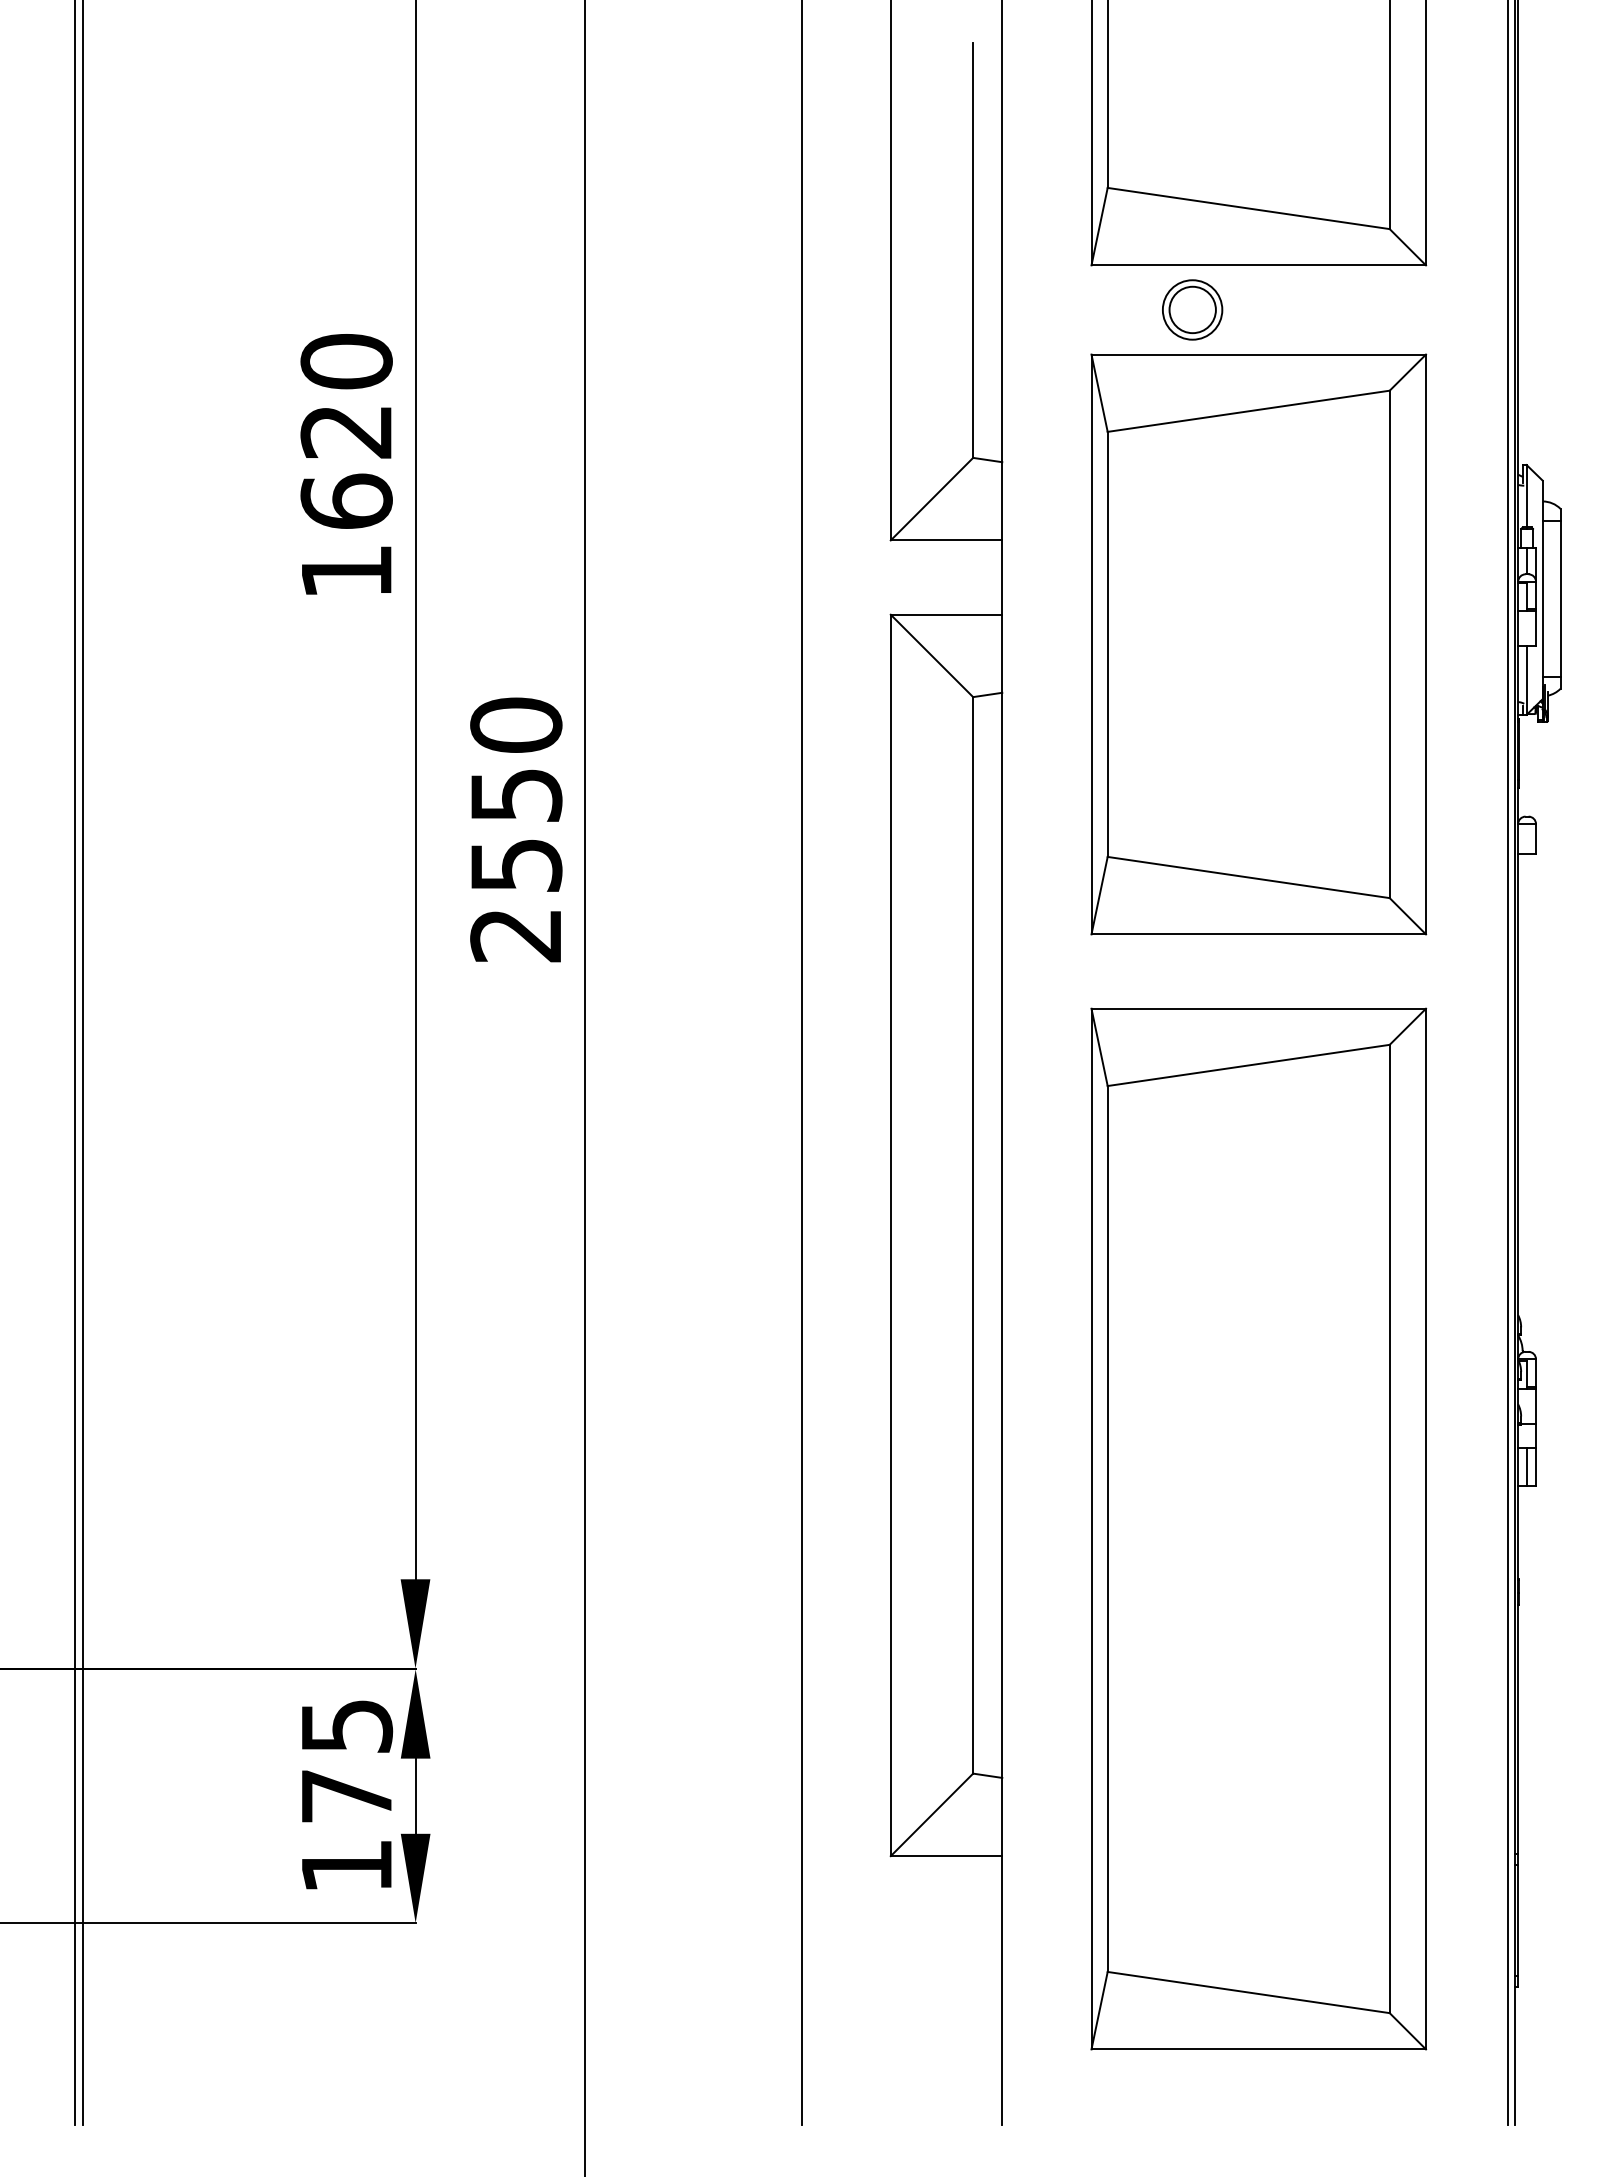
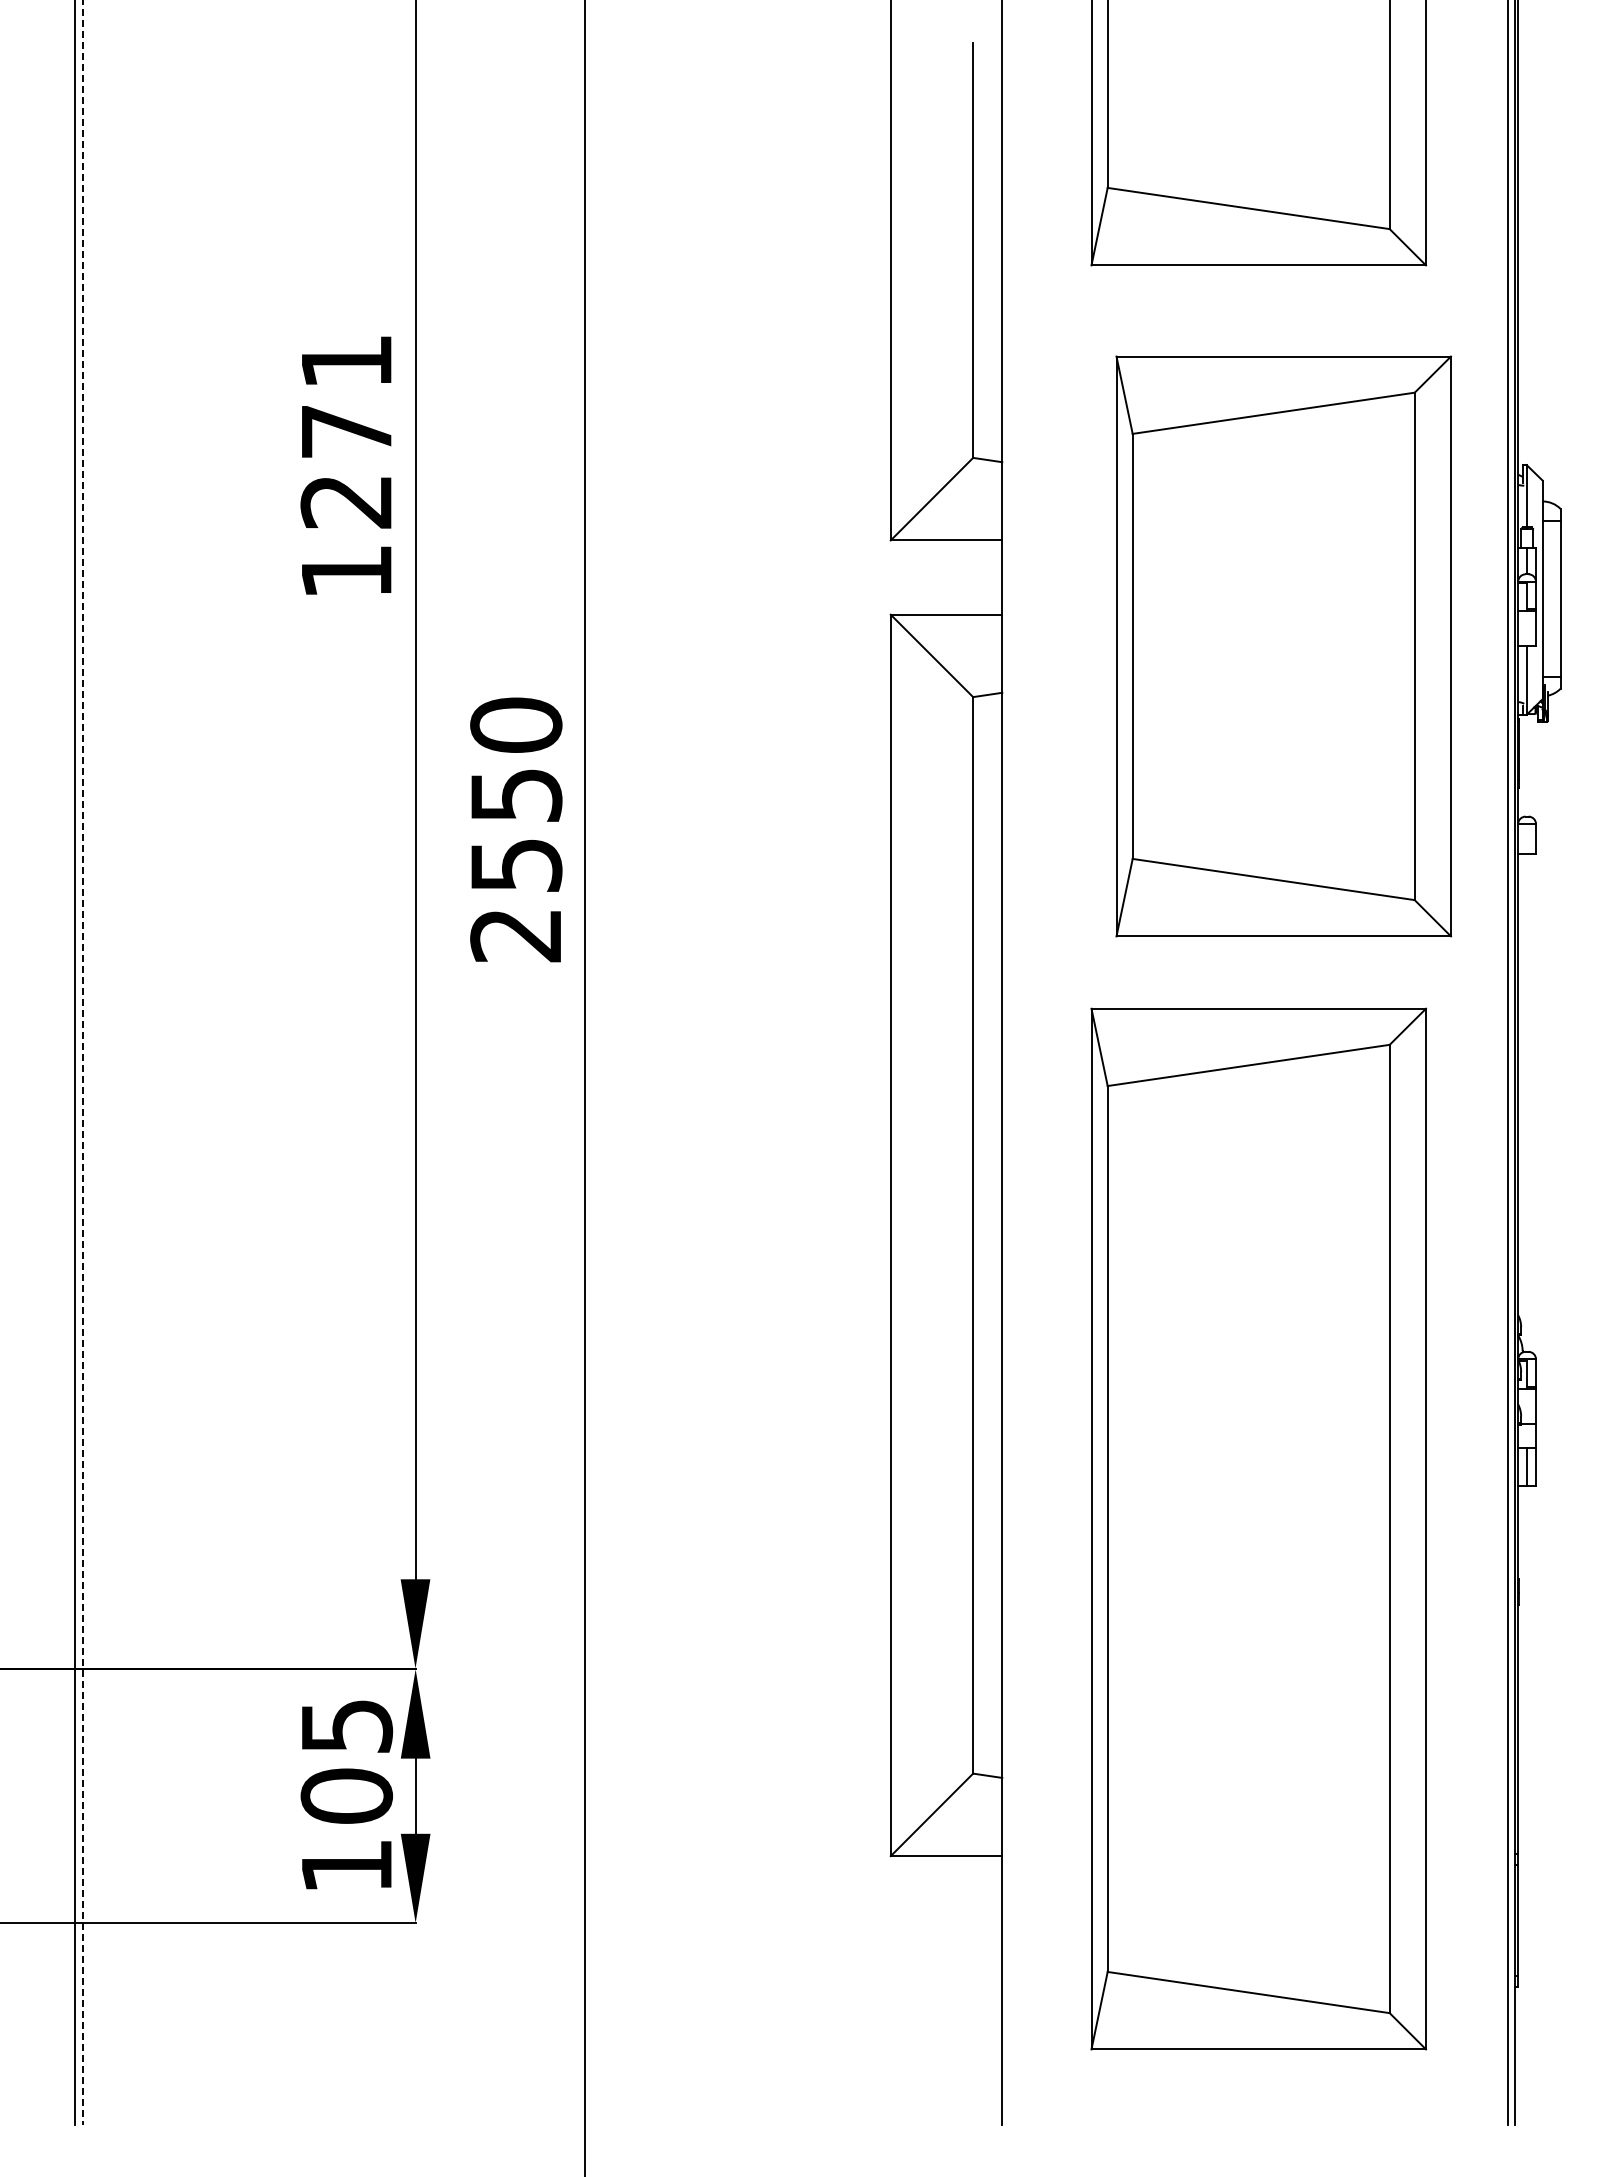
part at (1192, 309): present -> none
text at (346, 431): 1620 -> 1271
part at (1258, 644) position: (1258, 644) -> (1283, 646)
line at (82, 1063): solid -> dashed
line at (801, 1063): present -> none
text at (346, 1795): 175 -> 105
